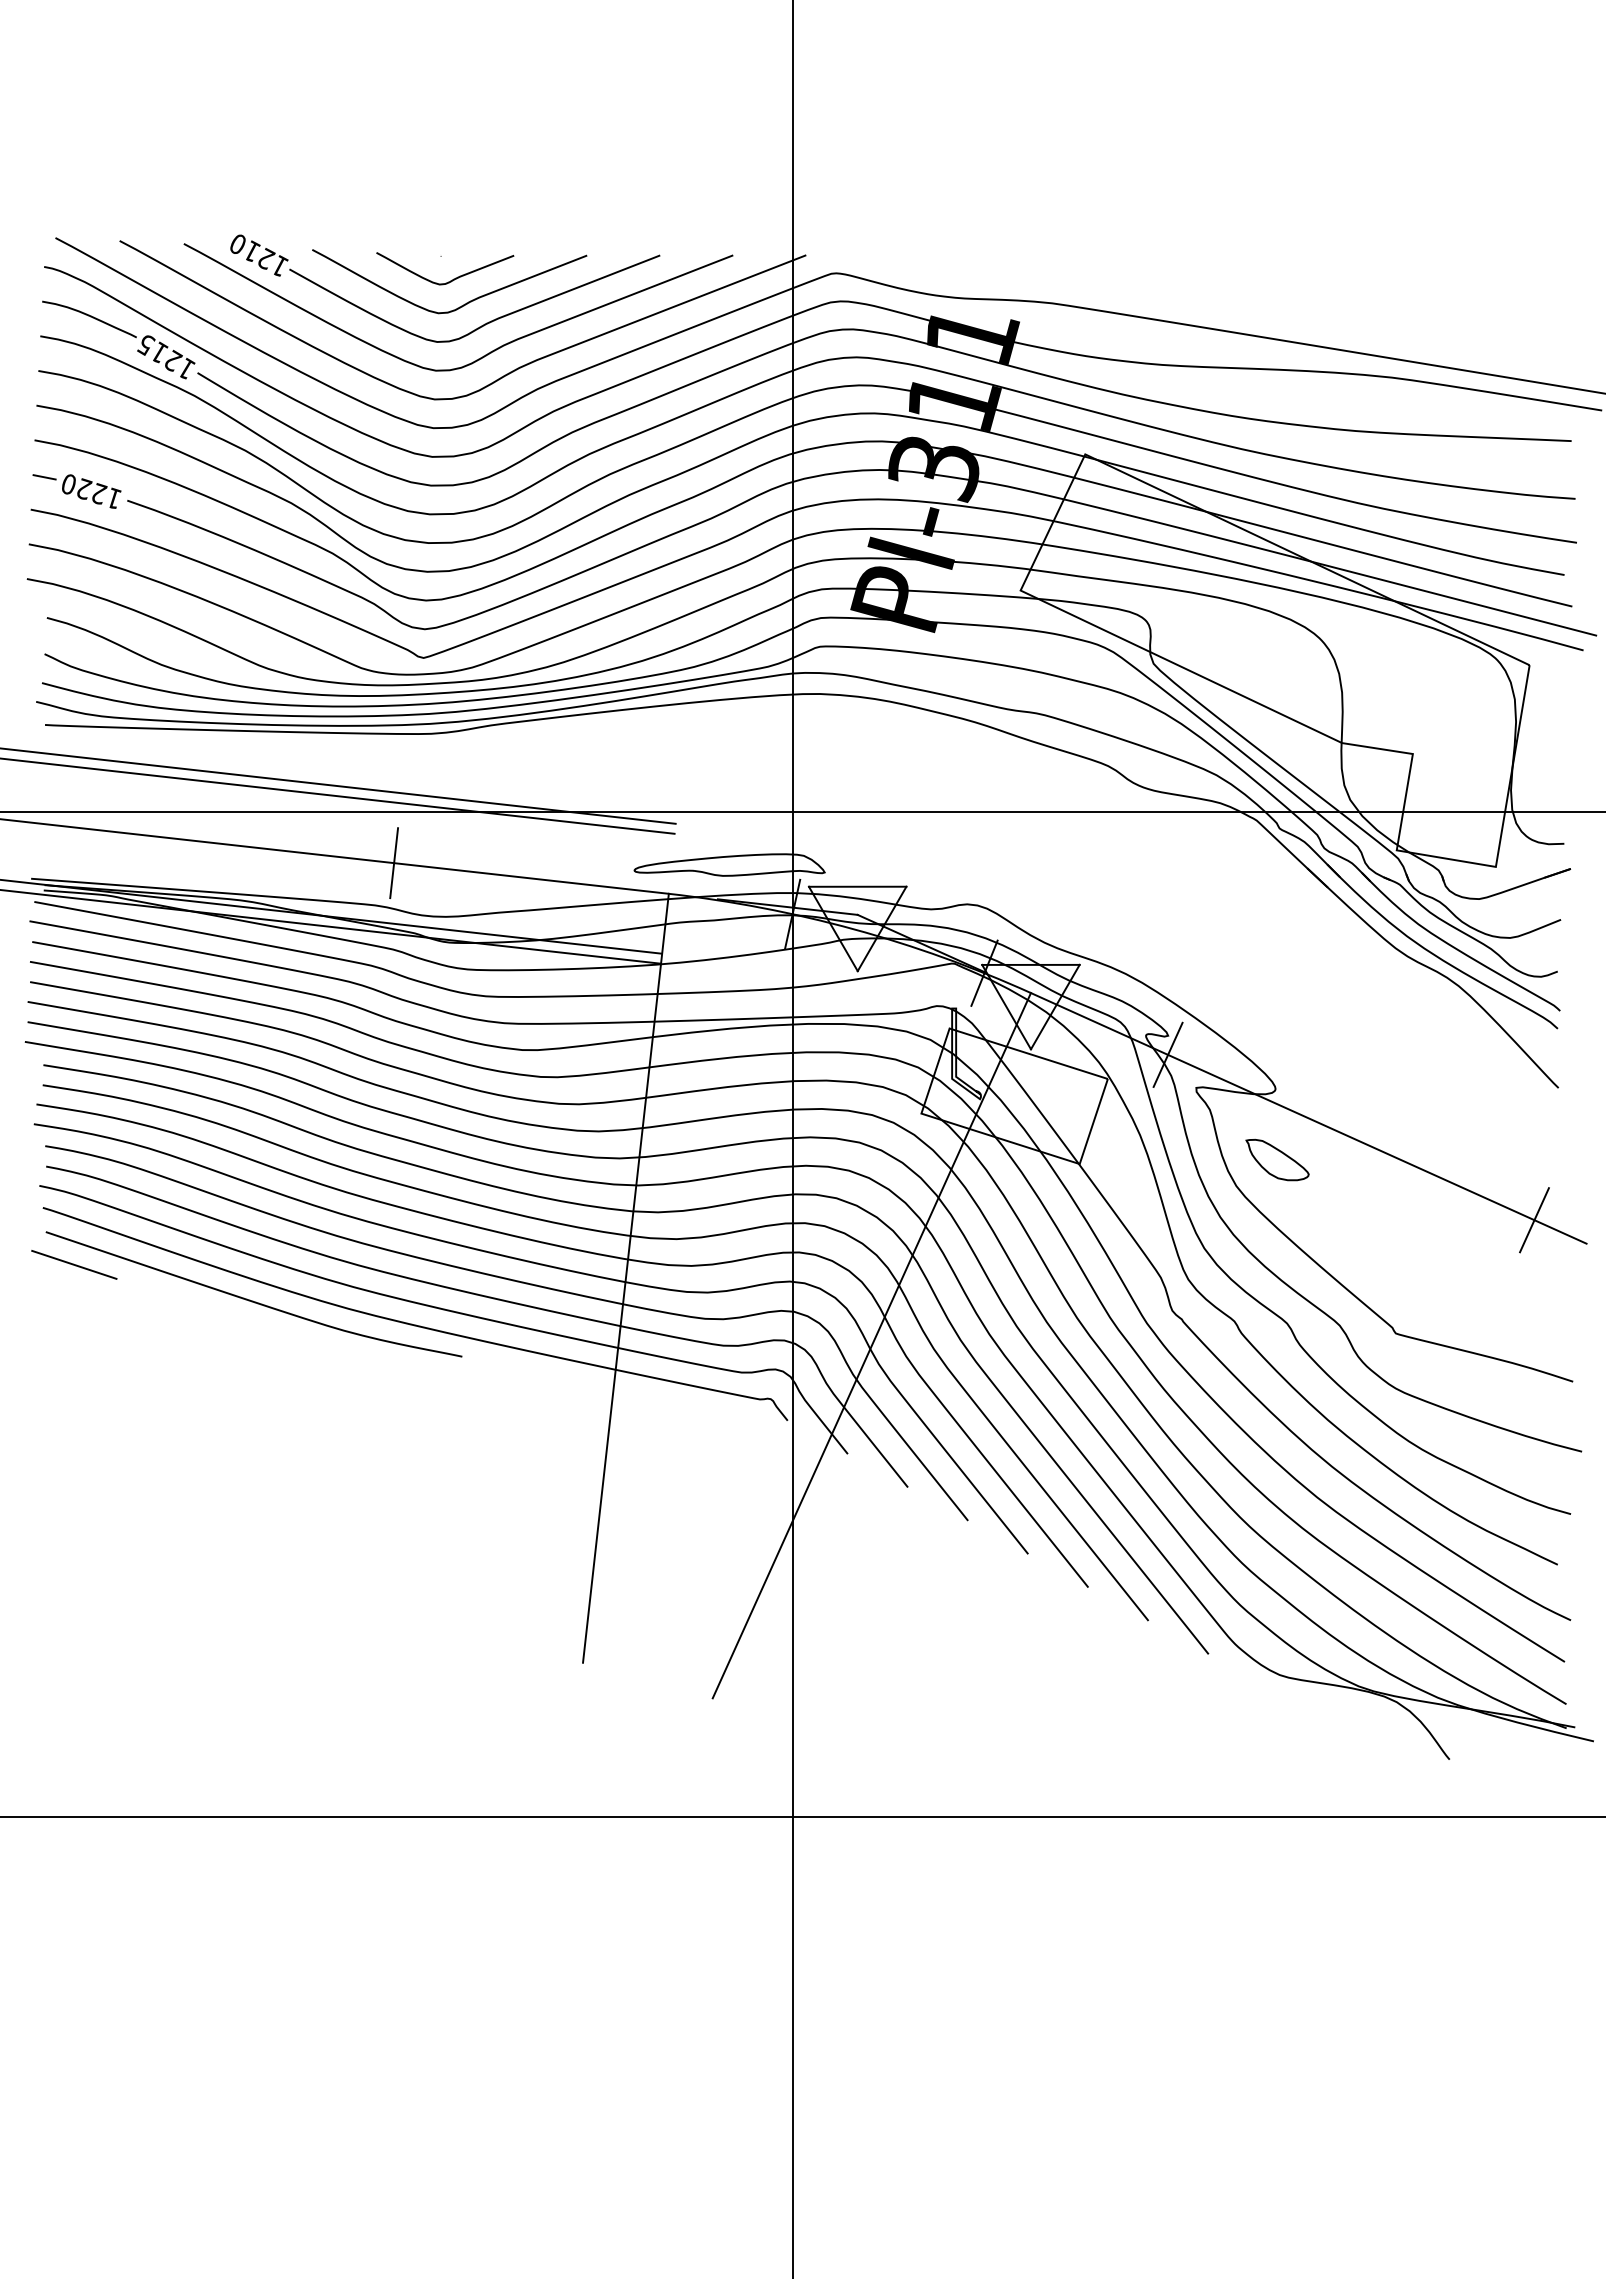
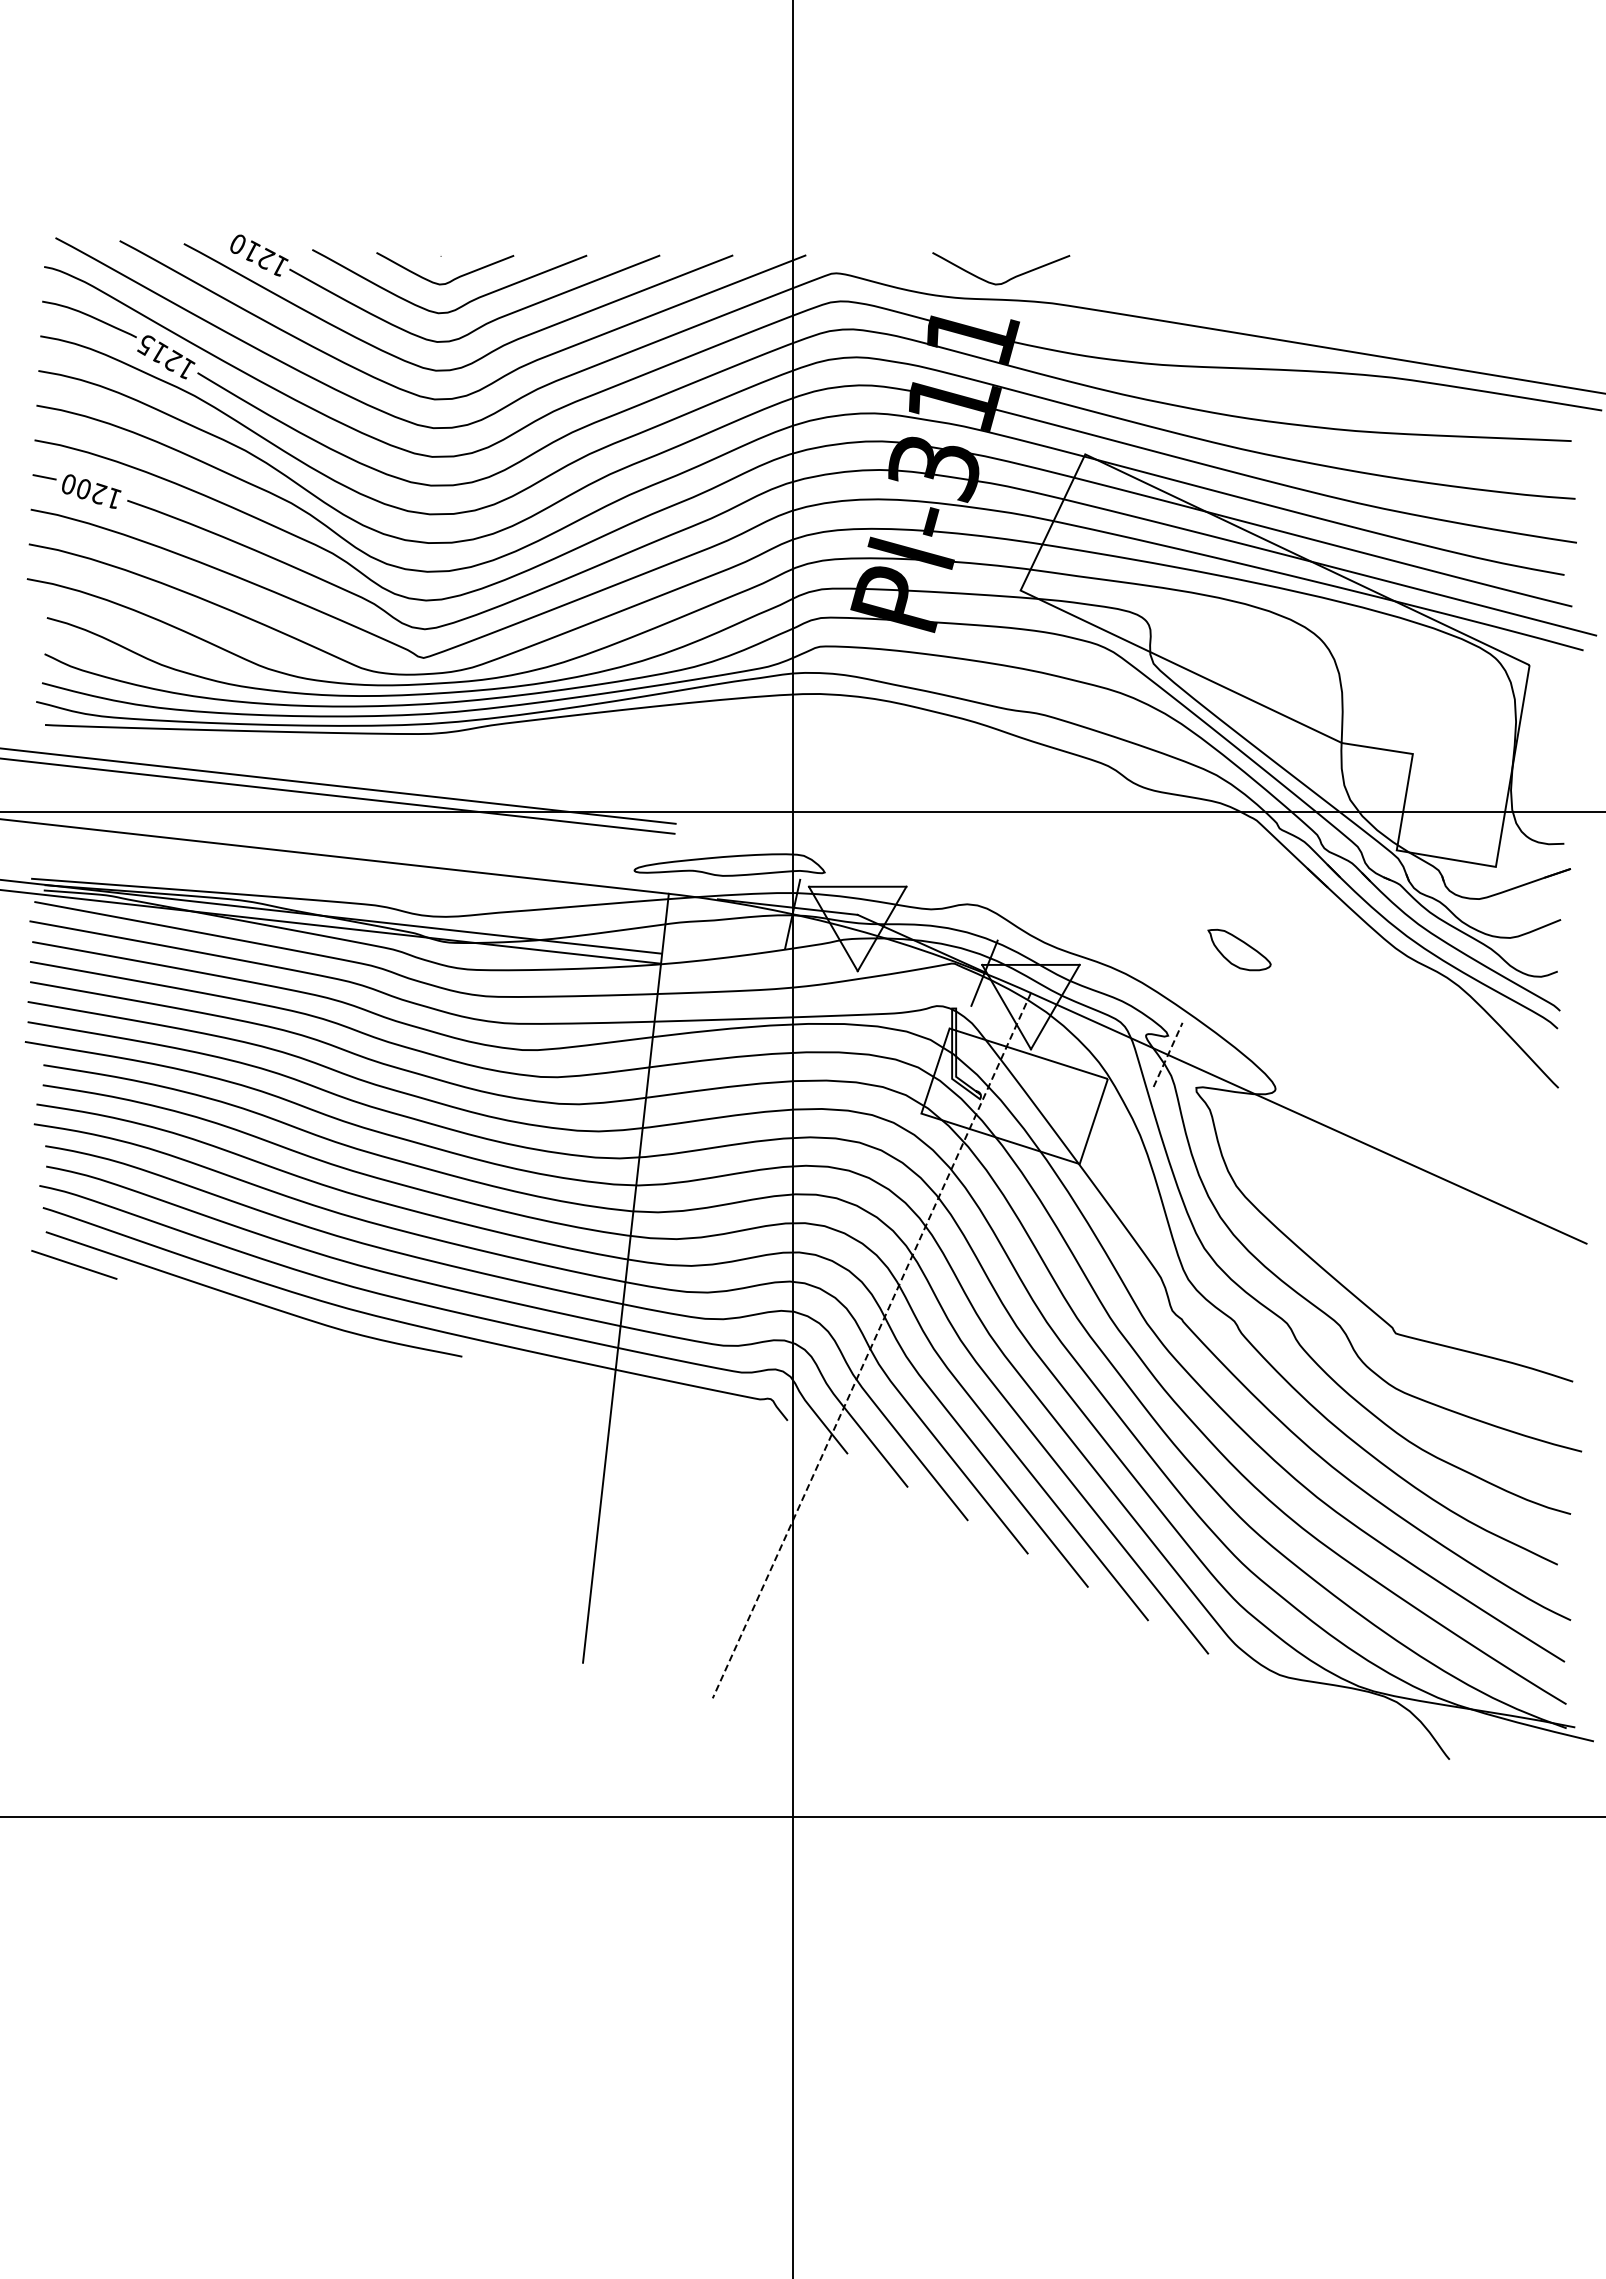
curve at (1009, 278): none -> present
text at (84, 488): 1220 -> 1200
line at (394, 863): present -> none
line at (1168, 1054): solid -> dashed
part at (1277, 1159) position: (1277, 1159) -> (1239, 949)
line at (1534, 1220): present -> none
line at (871, 1345): solid -> dashed
